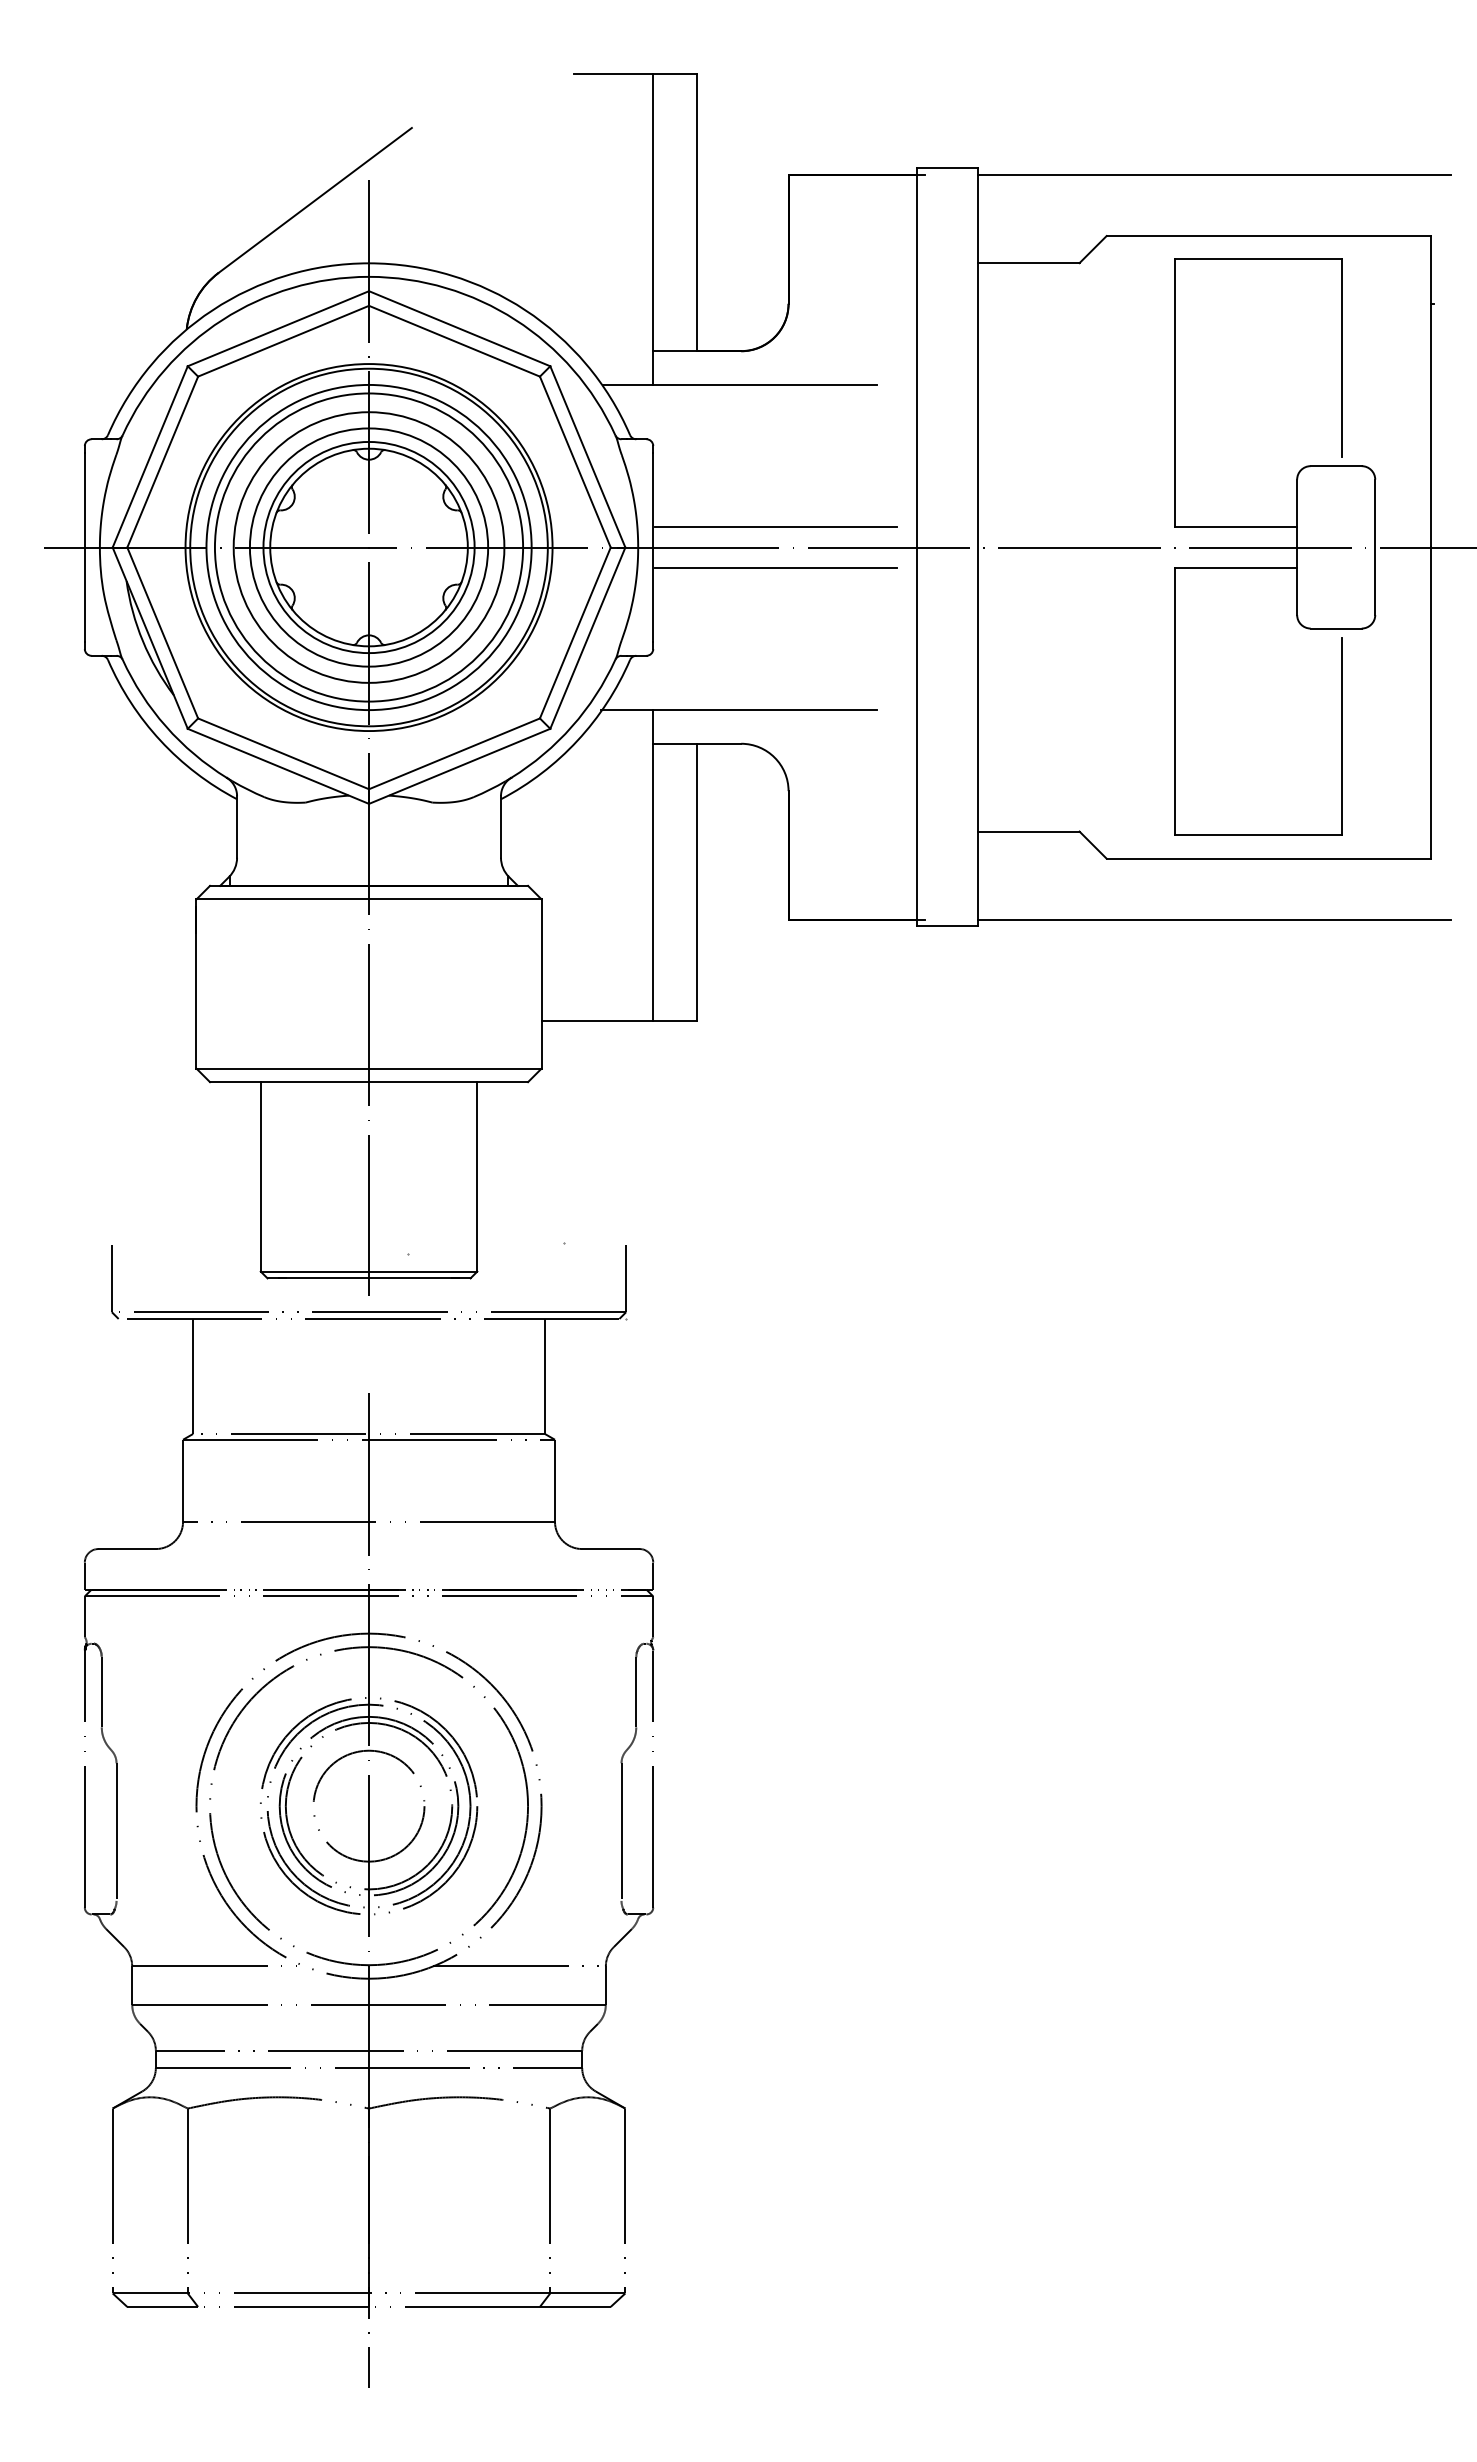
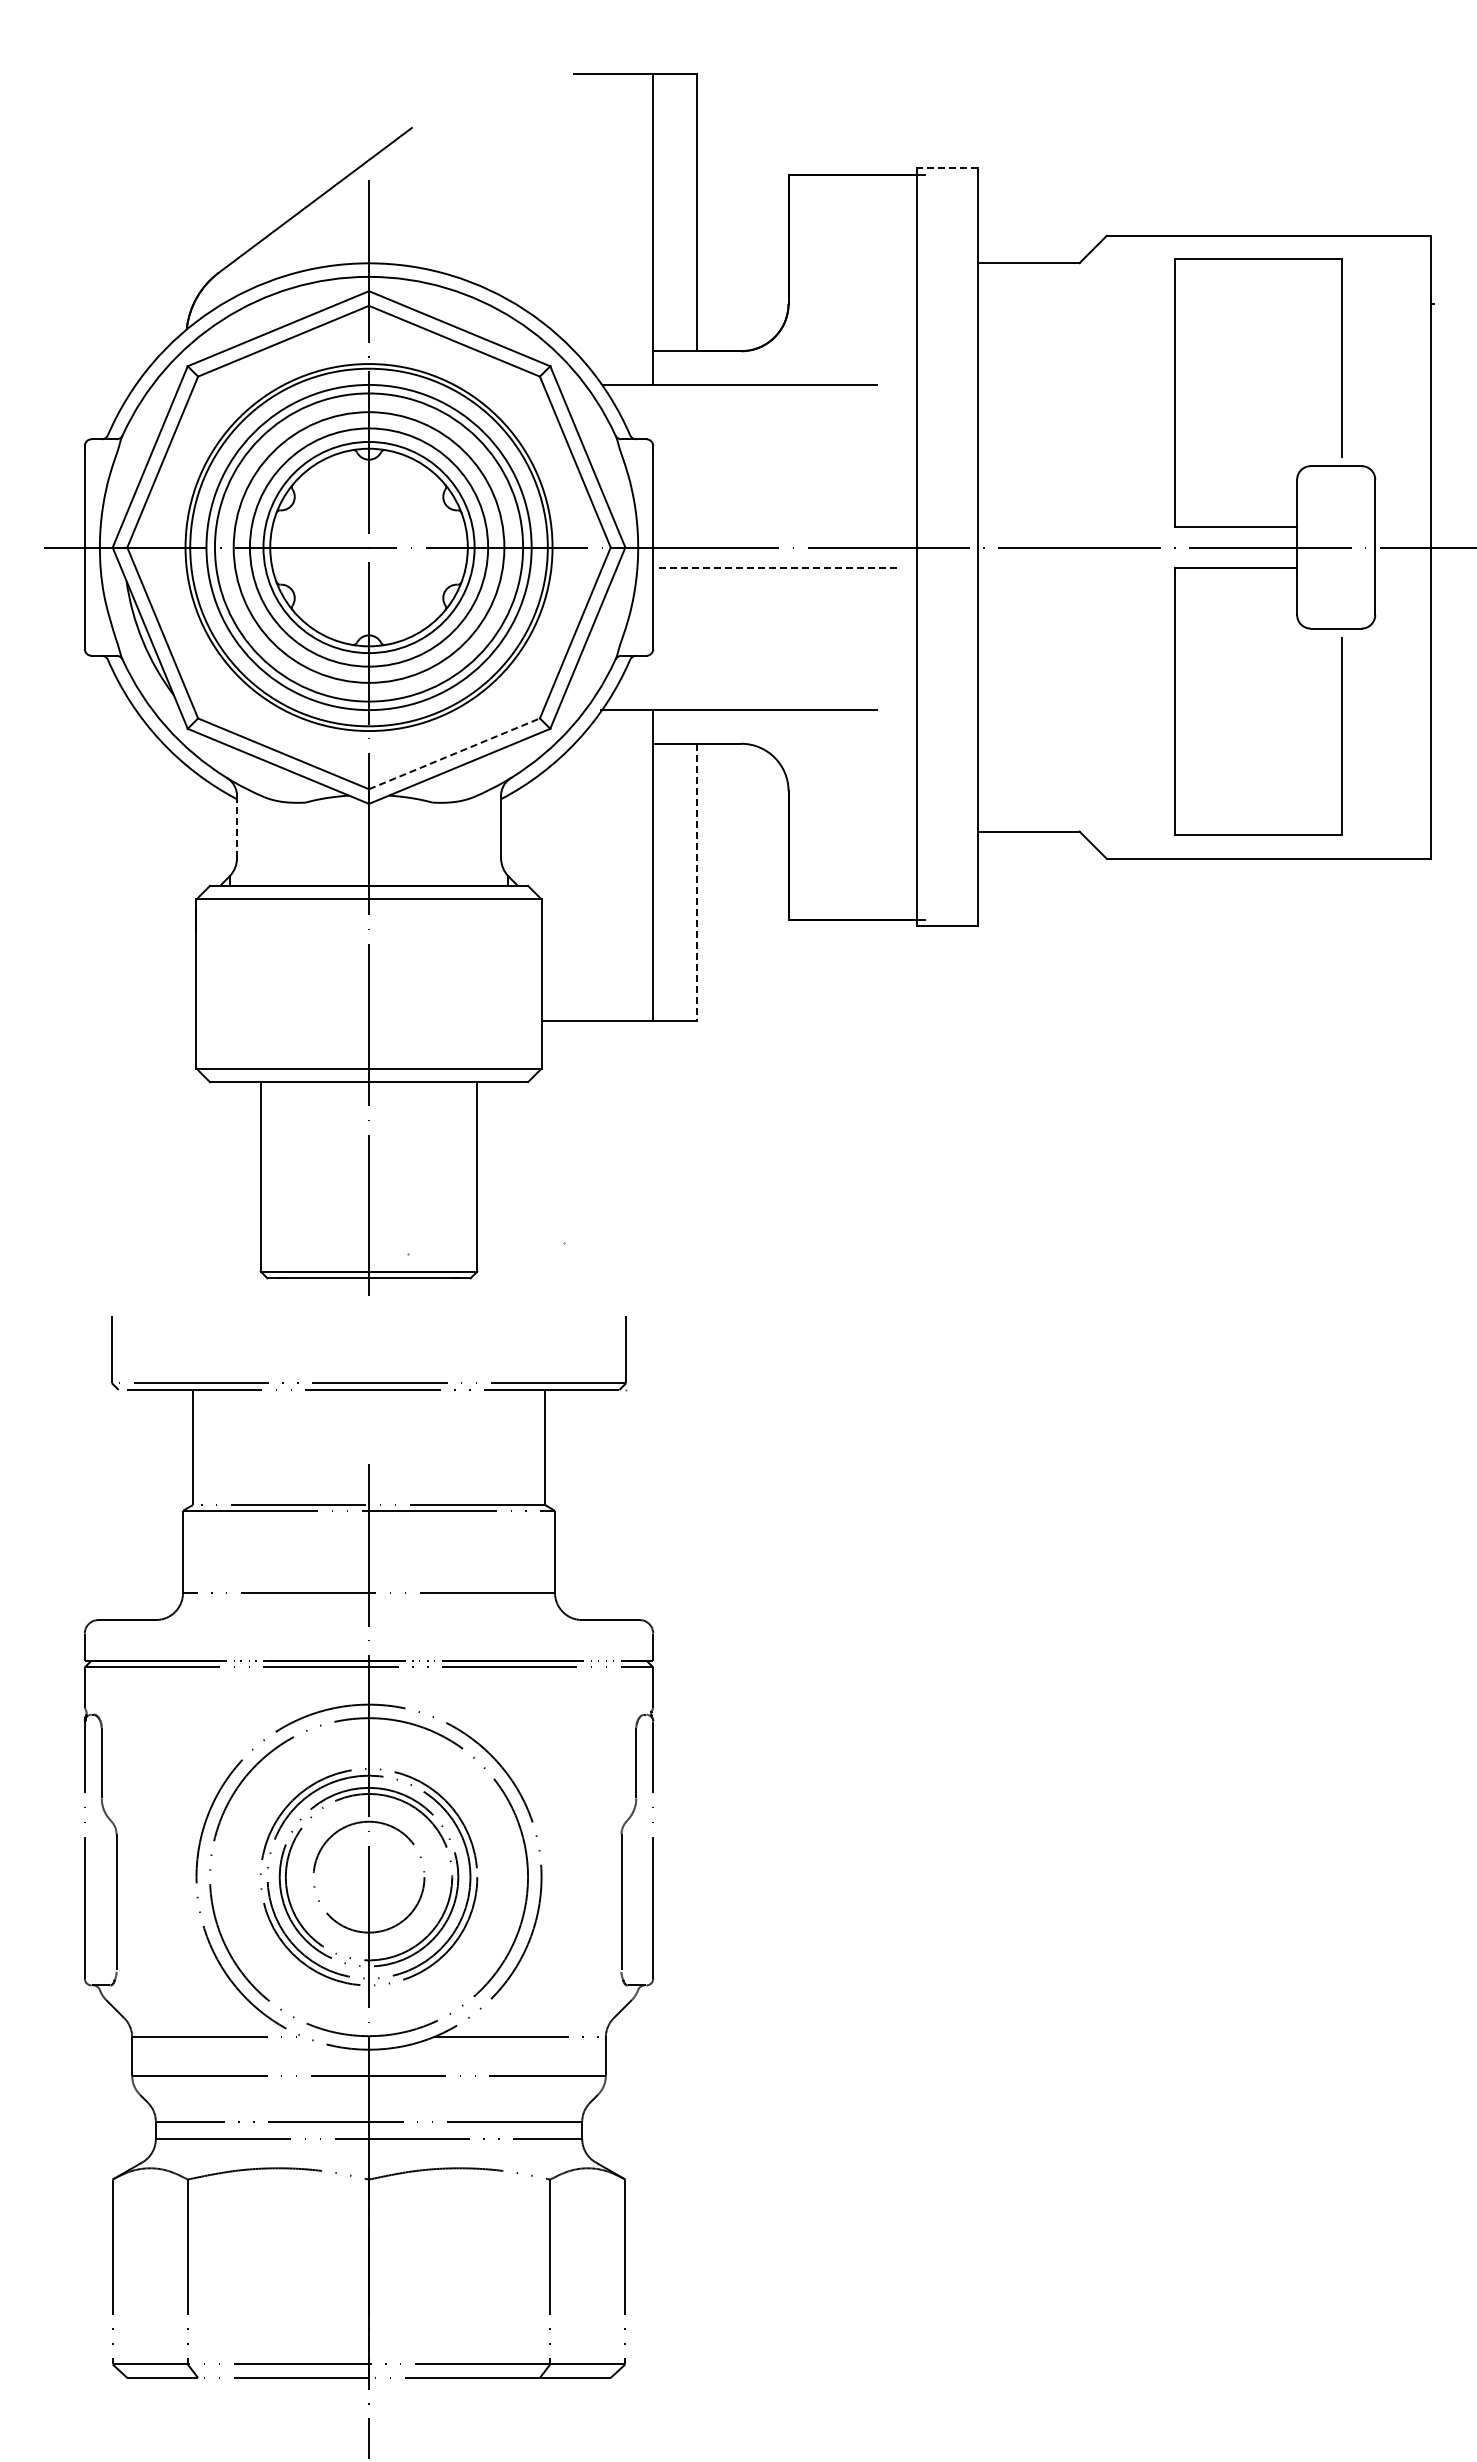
line at (947, 168): solid -> dashed
line at (1214, 175): present -> none
line at (775, 527): present -> none
line at (775, 567): solid -> dashed
line at (454, 753): solid -> dashed
line at (237, 827): solid -> dashed
line at (696, 882): solid -> dashed
line at (1214, 919): present -> none
part at (368, 1816) position: (368, 1816) -> (368, 1887)
